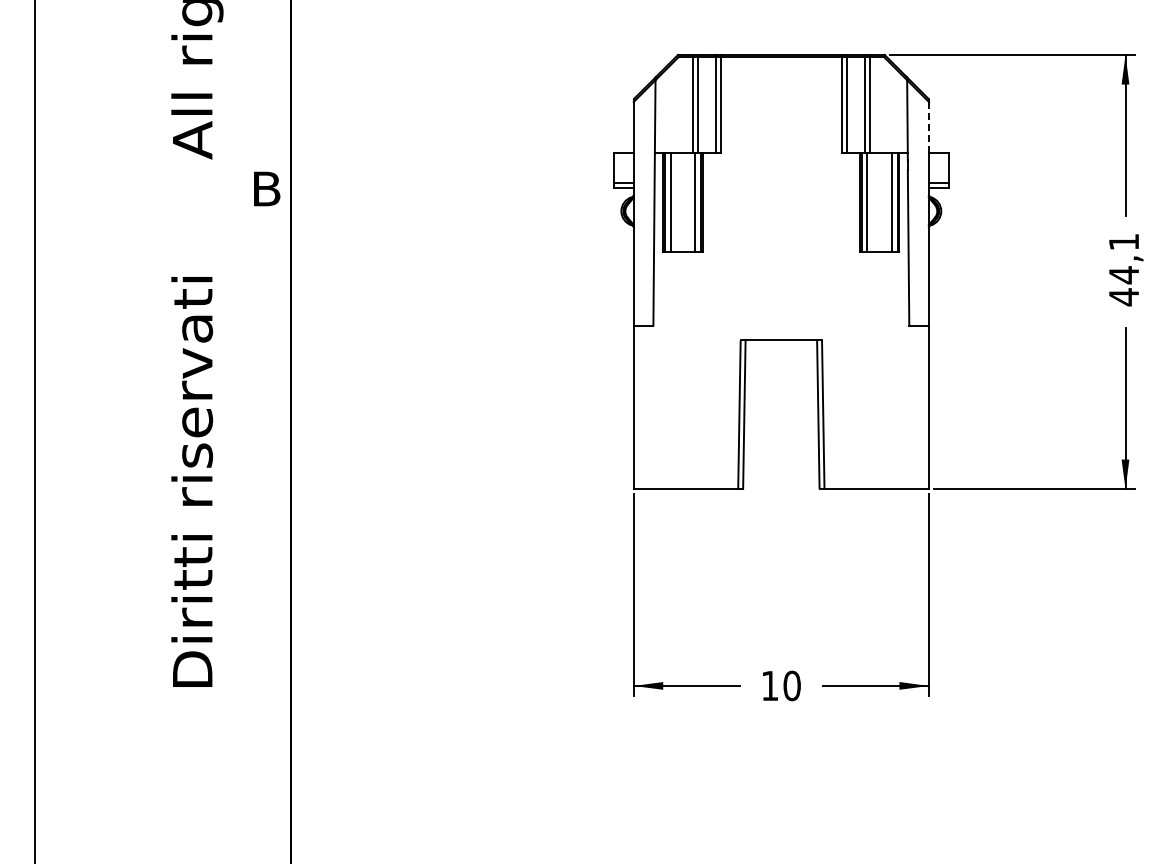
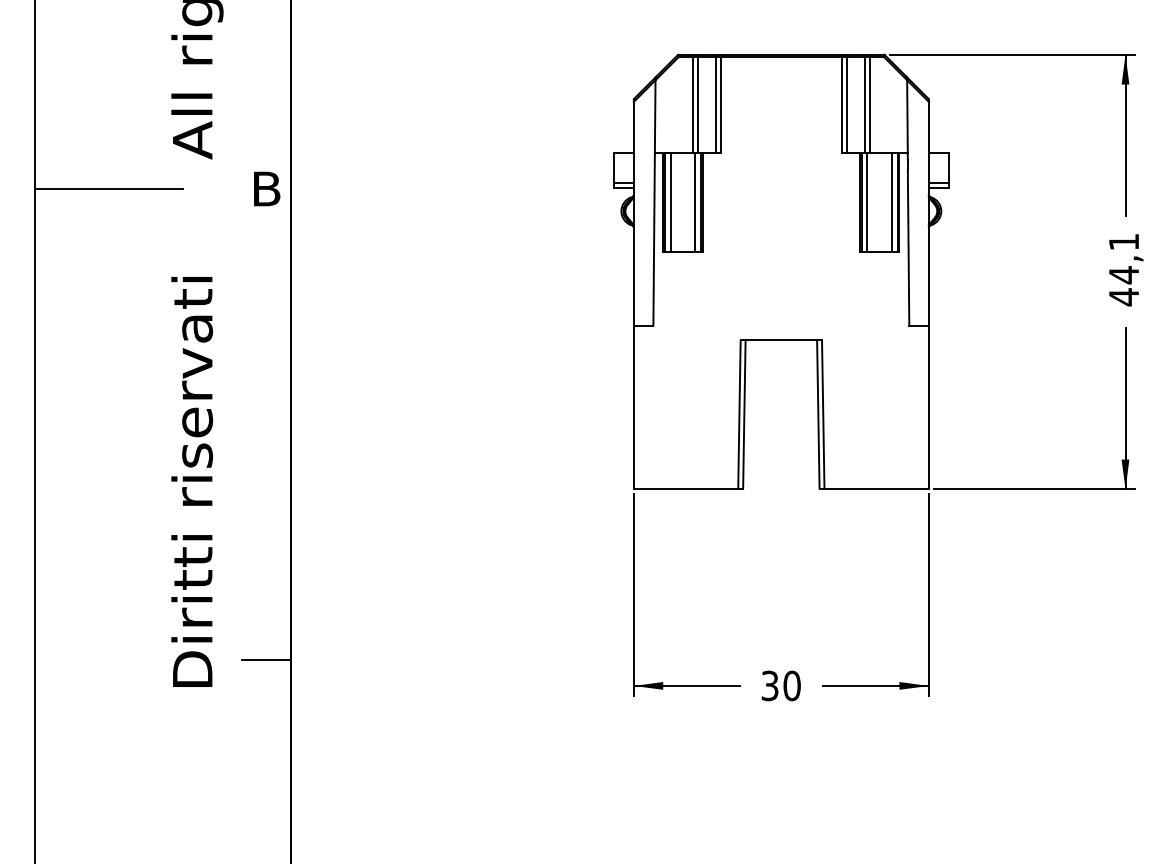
line at (928, 127): dashed -> solid
line at (108, 189): none -> present
line at (266, 659): none -> present
text at (769, 685): 10 -> 30
